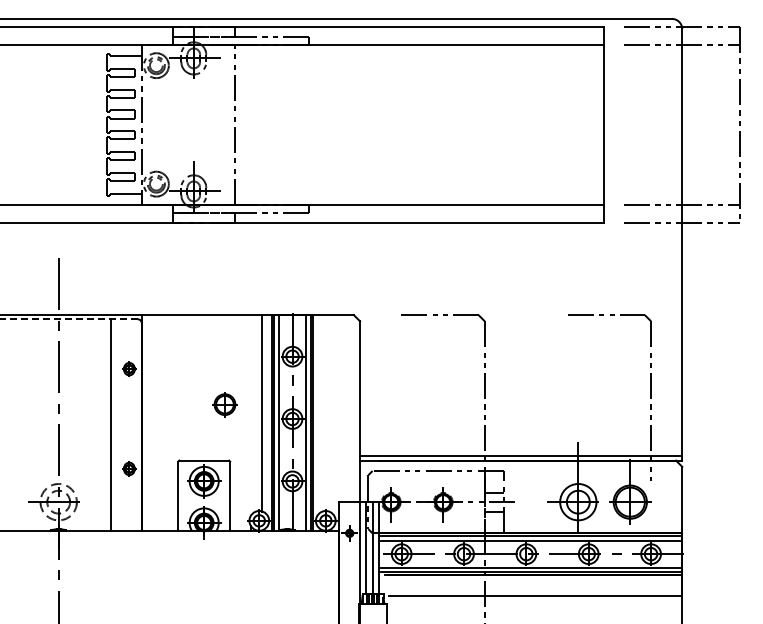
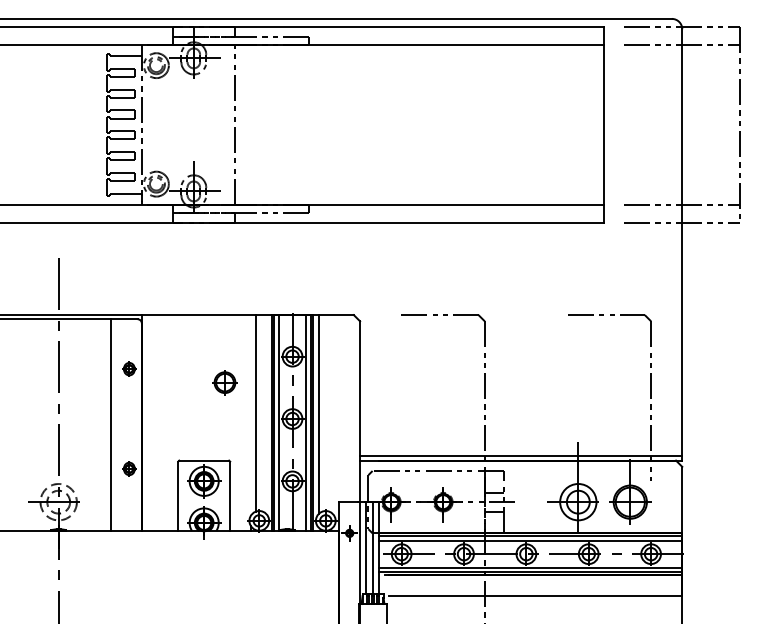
line at (69, 319): dashed -> solid
part at (224, 404) position: (224, 404) -> (224, 382)
line at (262, 413) position: (262, 413) -> (256, 413)
line at (318, 414): none -> present
